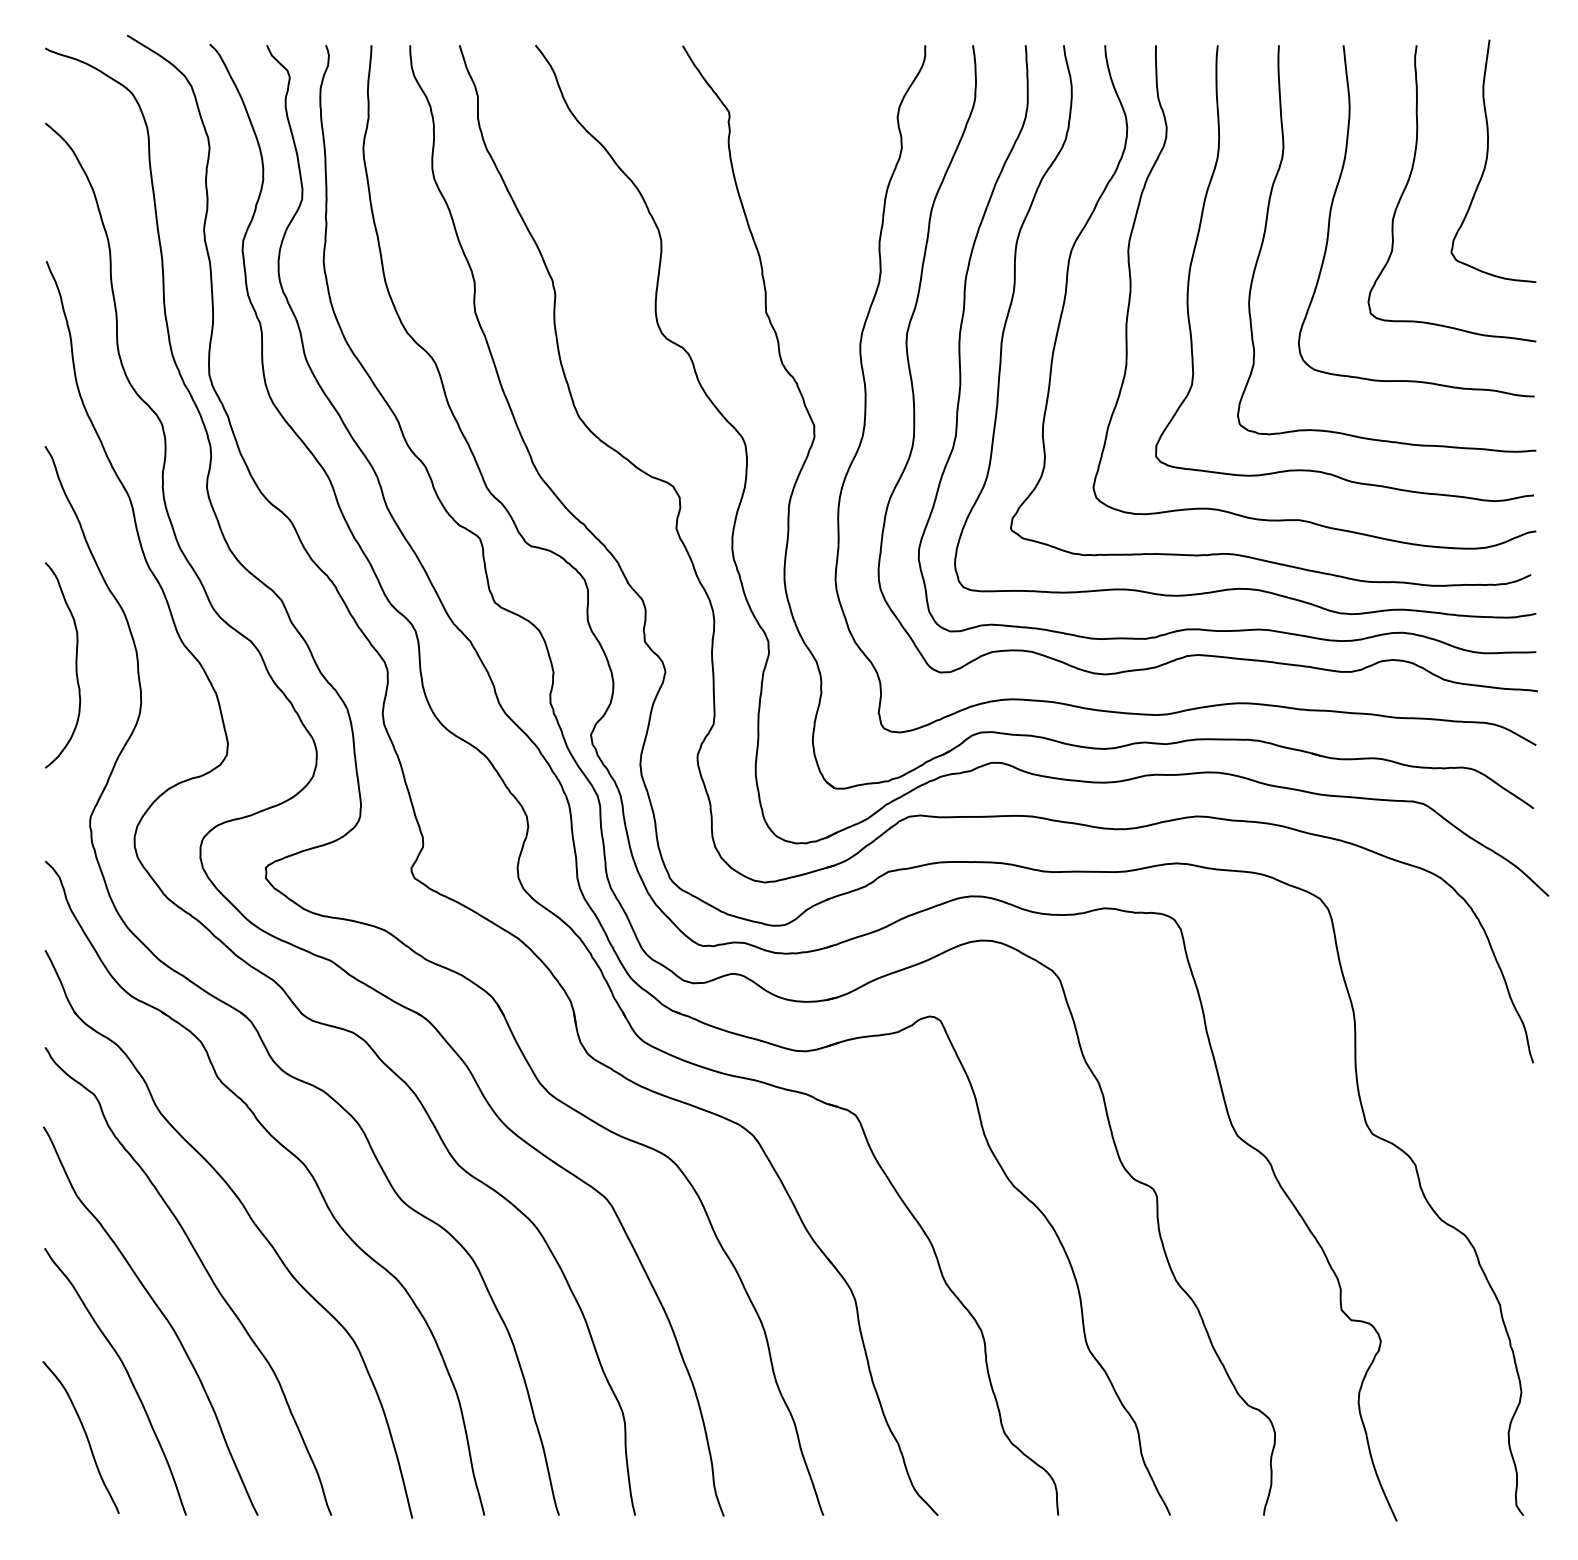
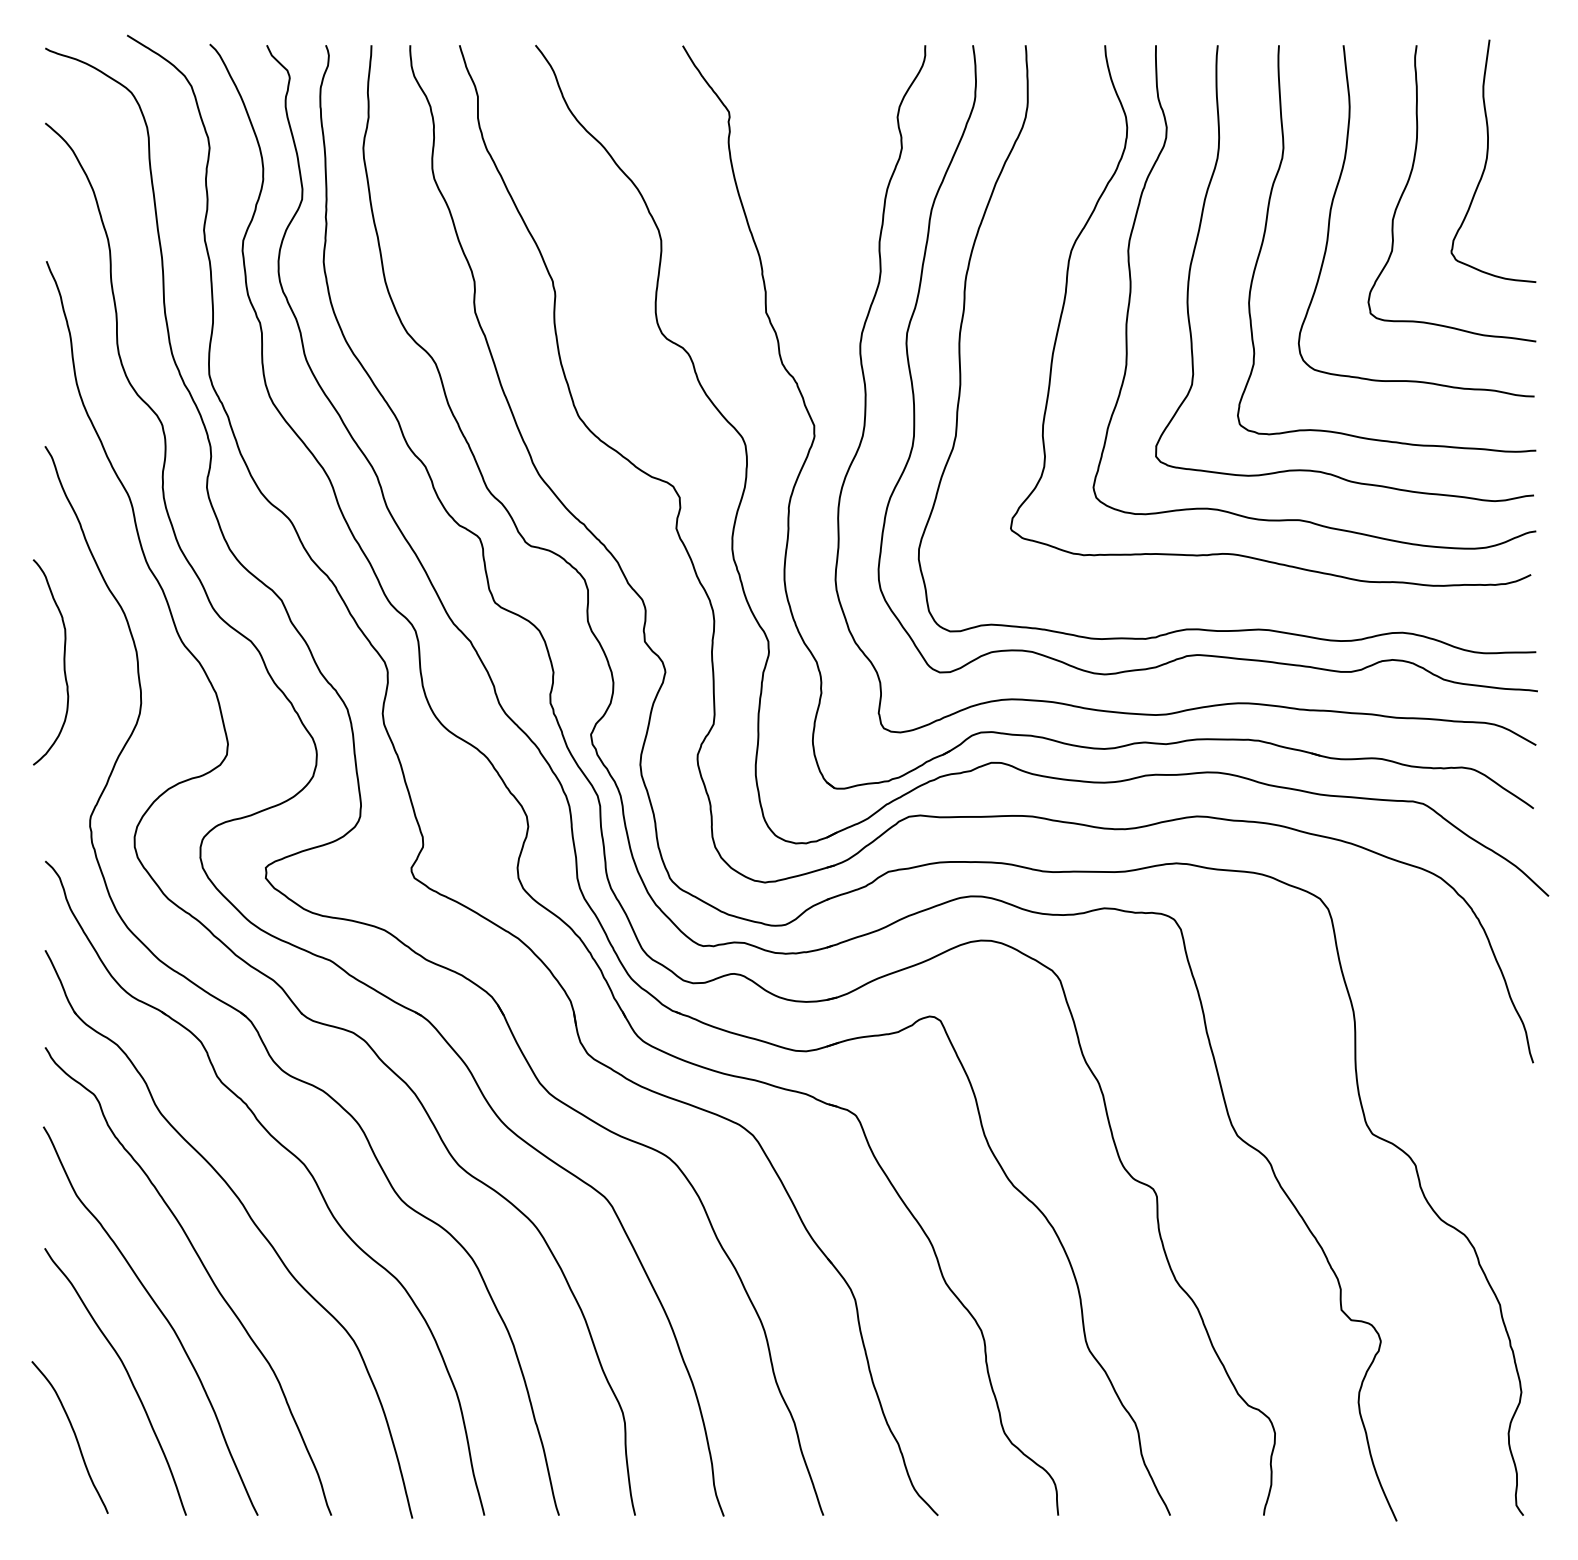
curve at (1014, 294): present -> none
curve at (75, 665) position: (75, 665) -> (63, 662)
curve at (85, 1436) position: (85, 1436) -> (74, 1436)
